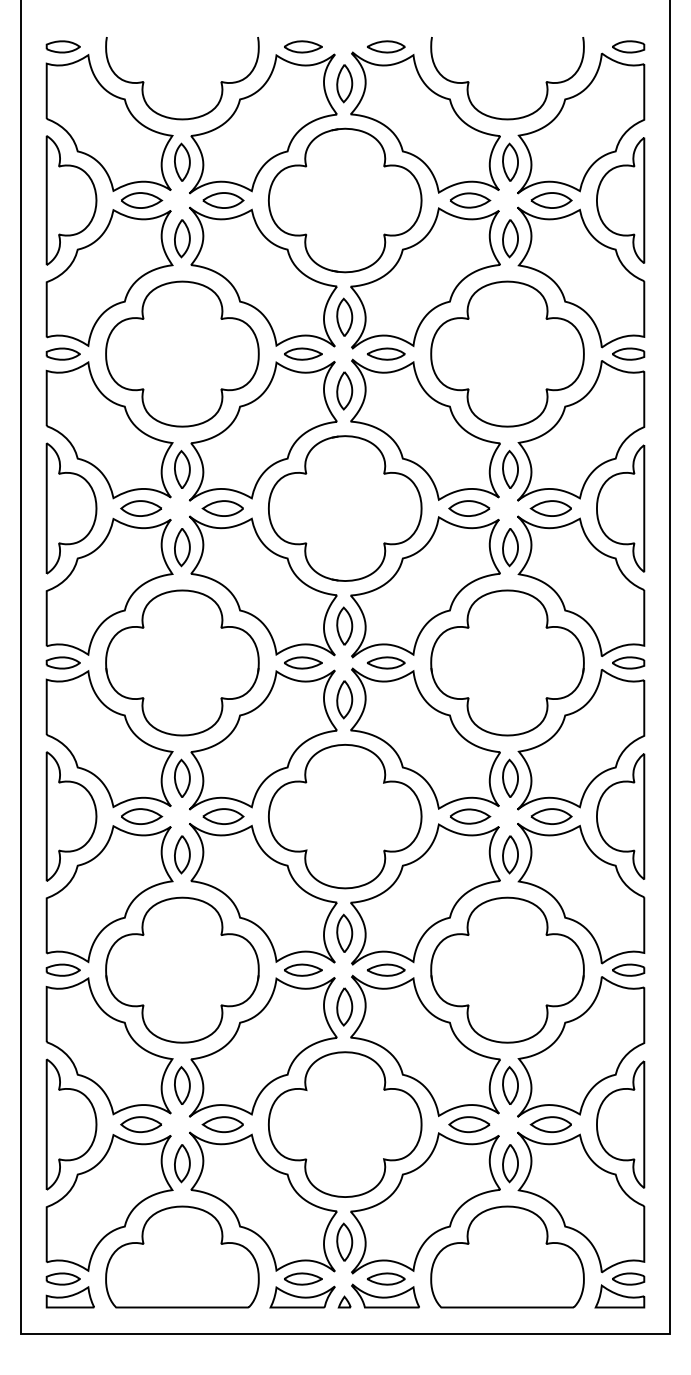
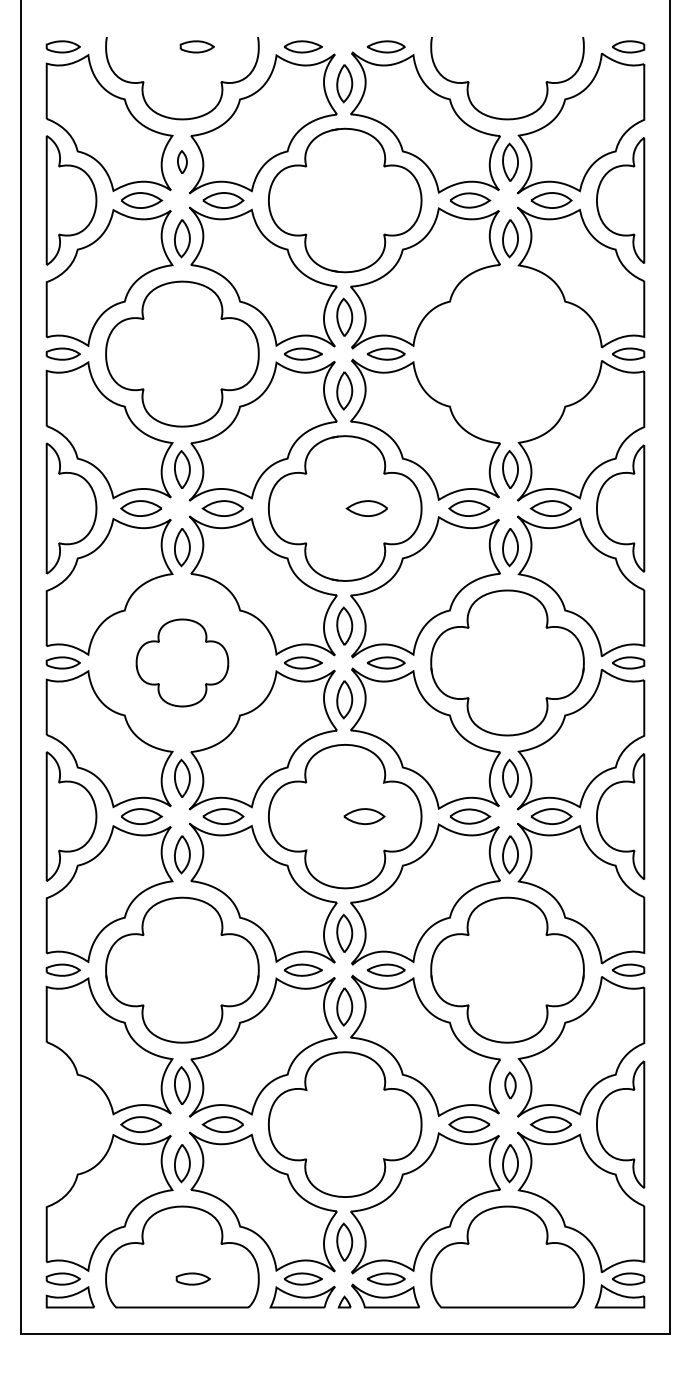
part at (196, 46): none -> present
part at (182, 161) size: 17x40 px -> 11x24 px
part at (507, 353): present -> none
part at (366, 508): none -> present
part at (182, 662) size: 155x148 px -> 95x90 px
part at (364, 816): none -> present
part at (510, 1085) size: 17x39 px -> 13x29 px
part at (71, 1124): present -> none
part at (192, 1278): none -> present
